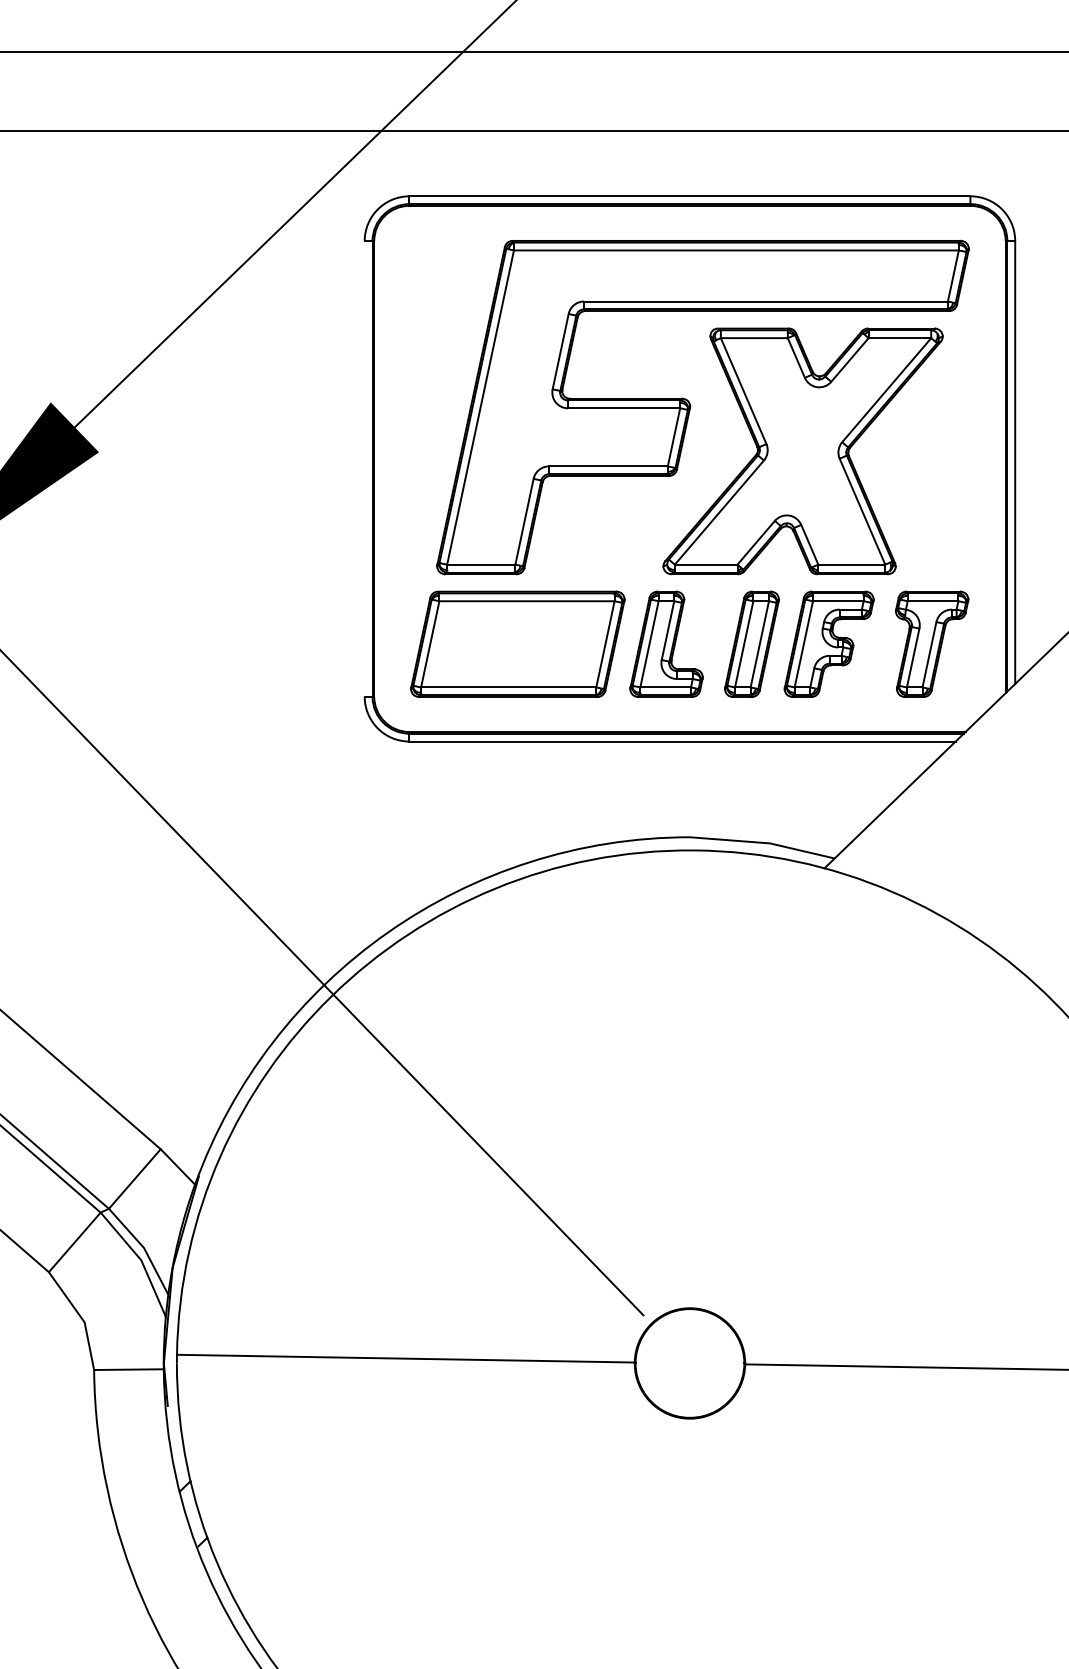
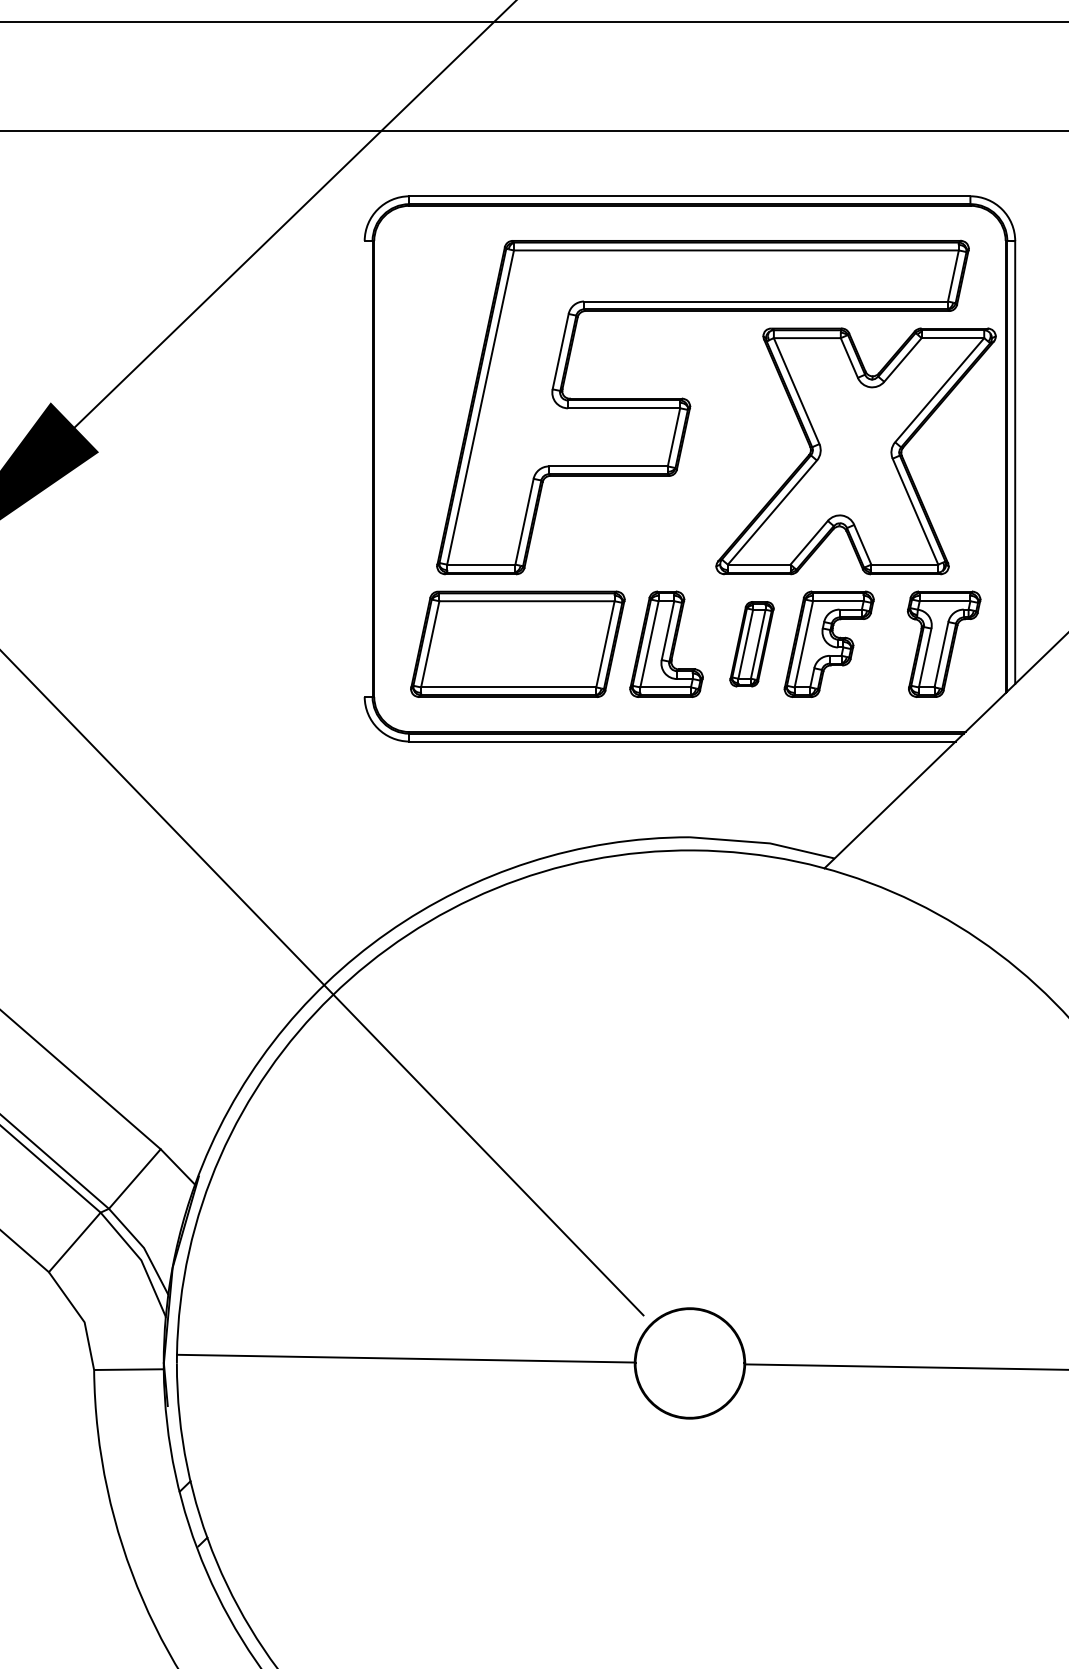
line at (533, 52) position: (533, 52) -> (533, 22)
part at (802, 451) position: (802, 451) -> (855, 451)
part at (751, 643) size: 56x108 px -> 46x87 px
part at (931, 643) position: (931, 643) -> (943, 643)
